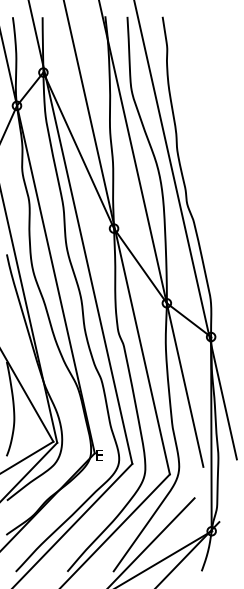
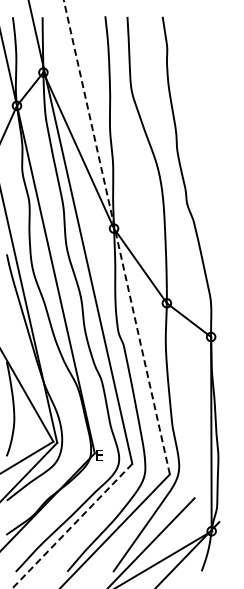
line at (185, 230): present -> none
line at (151, 234): present -> none
line at (116, 237): solid -> dashed
line at (72, 526): solid -> dashed
